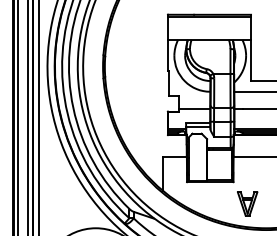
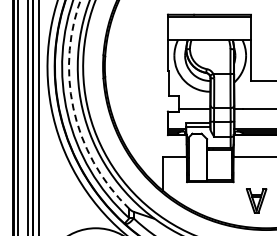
line at (253, 91): present -> none
arc at (74, 111): solid -> dashed
part at (247, 203) position: (247, 203) -> (256, 200)
